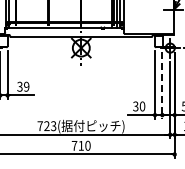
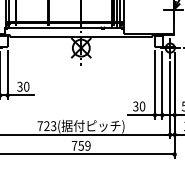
text at (26, 86): 39 -> 30
line at (162, 86): dashed -> solid
text at (84, 145): 710 -> 759
